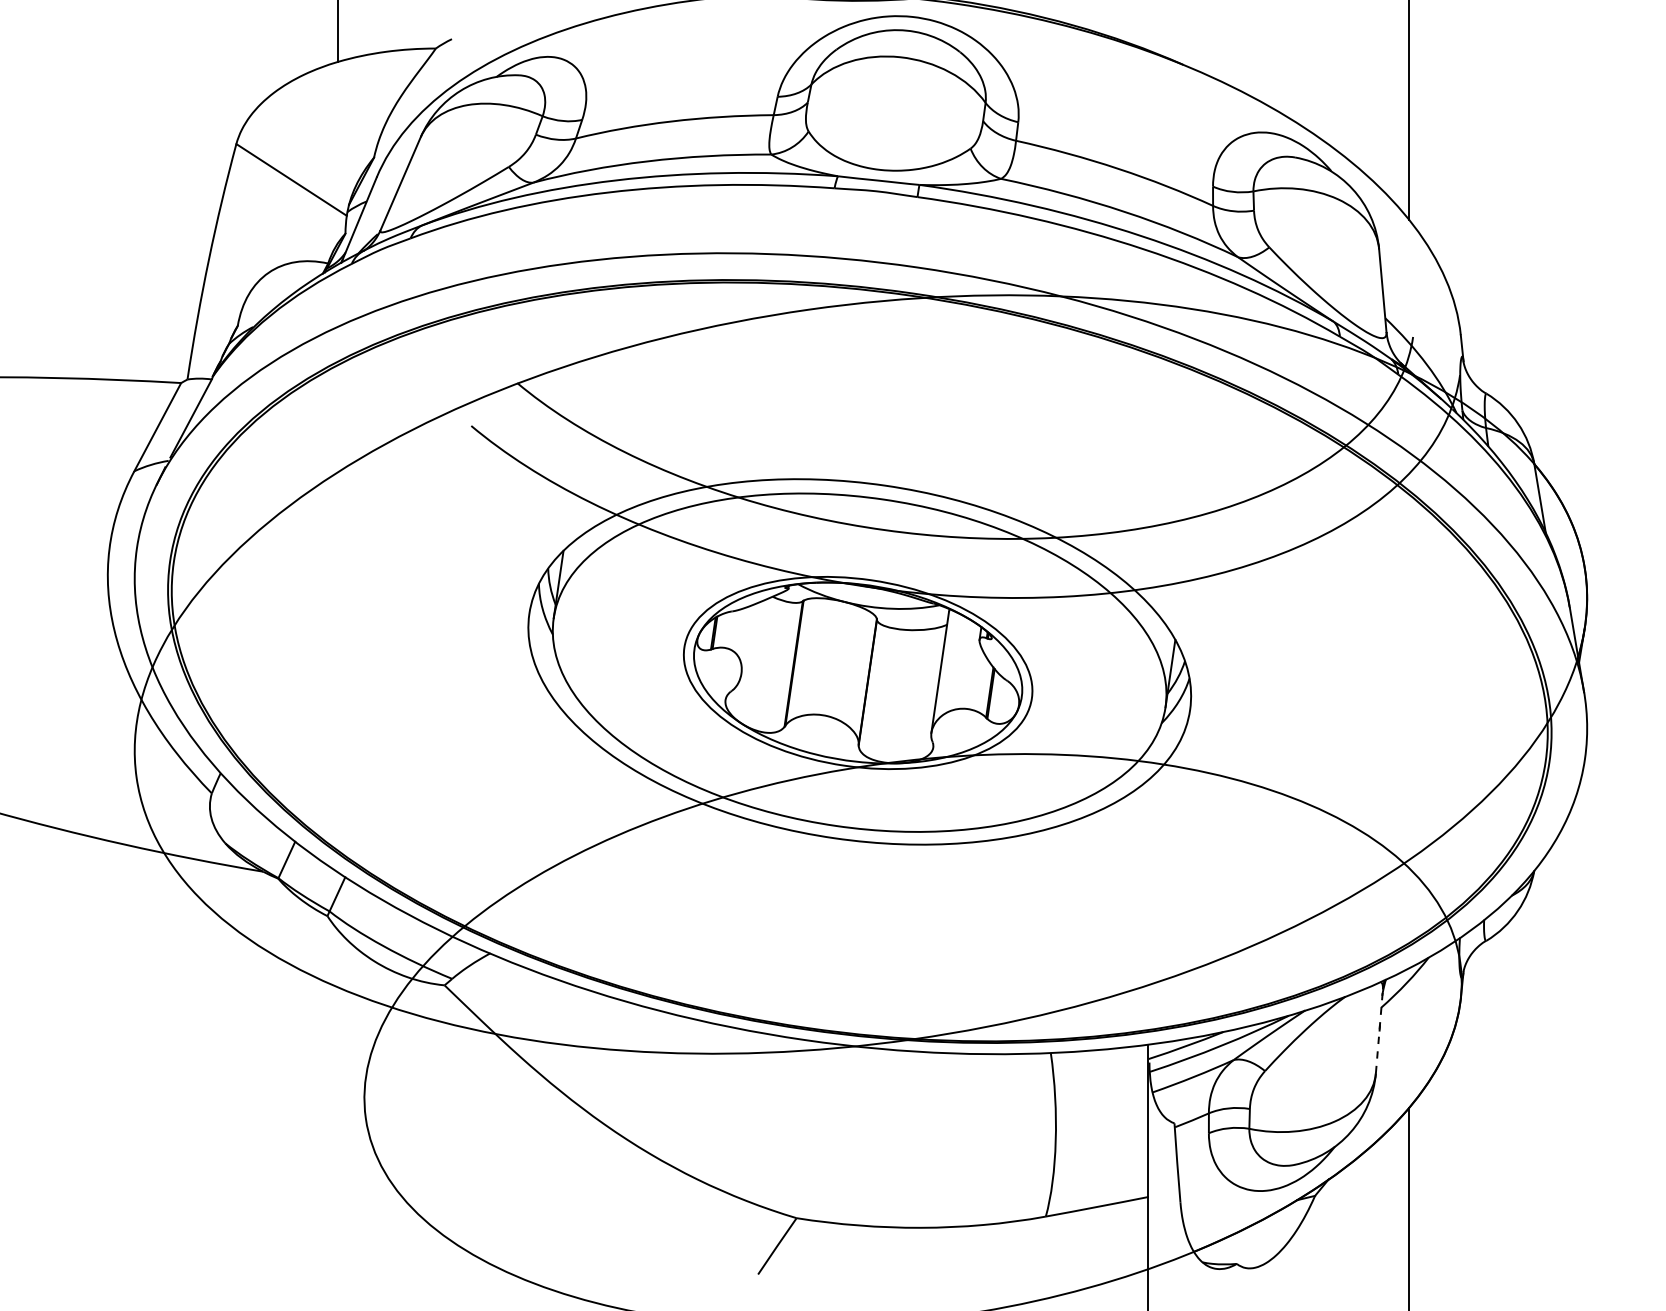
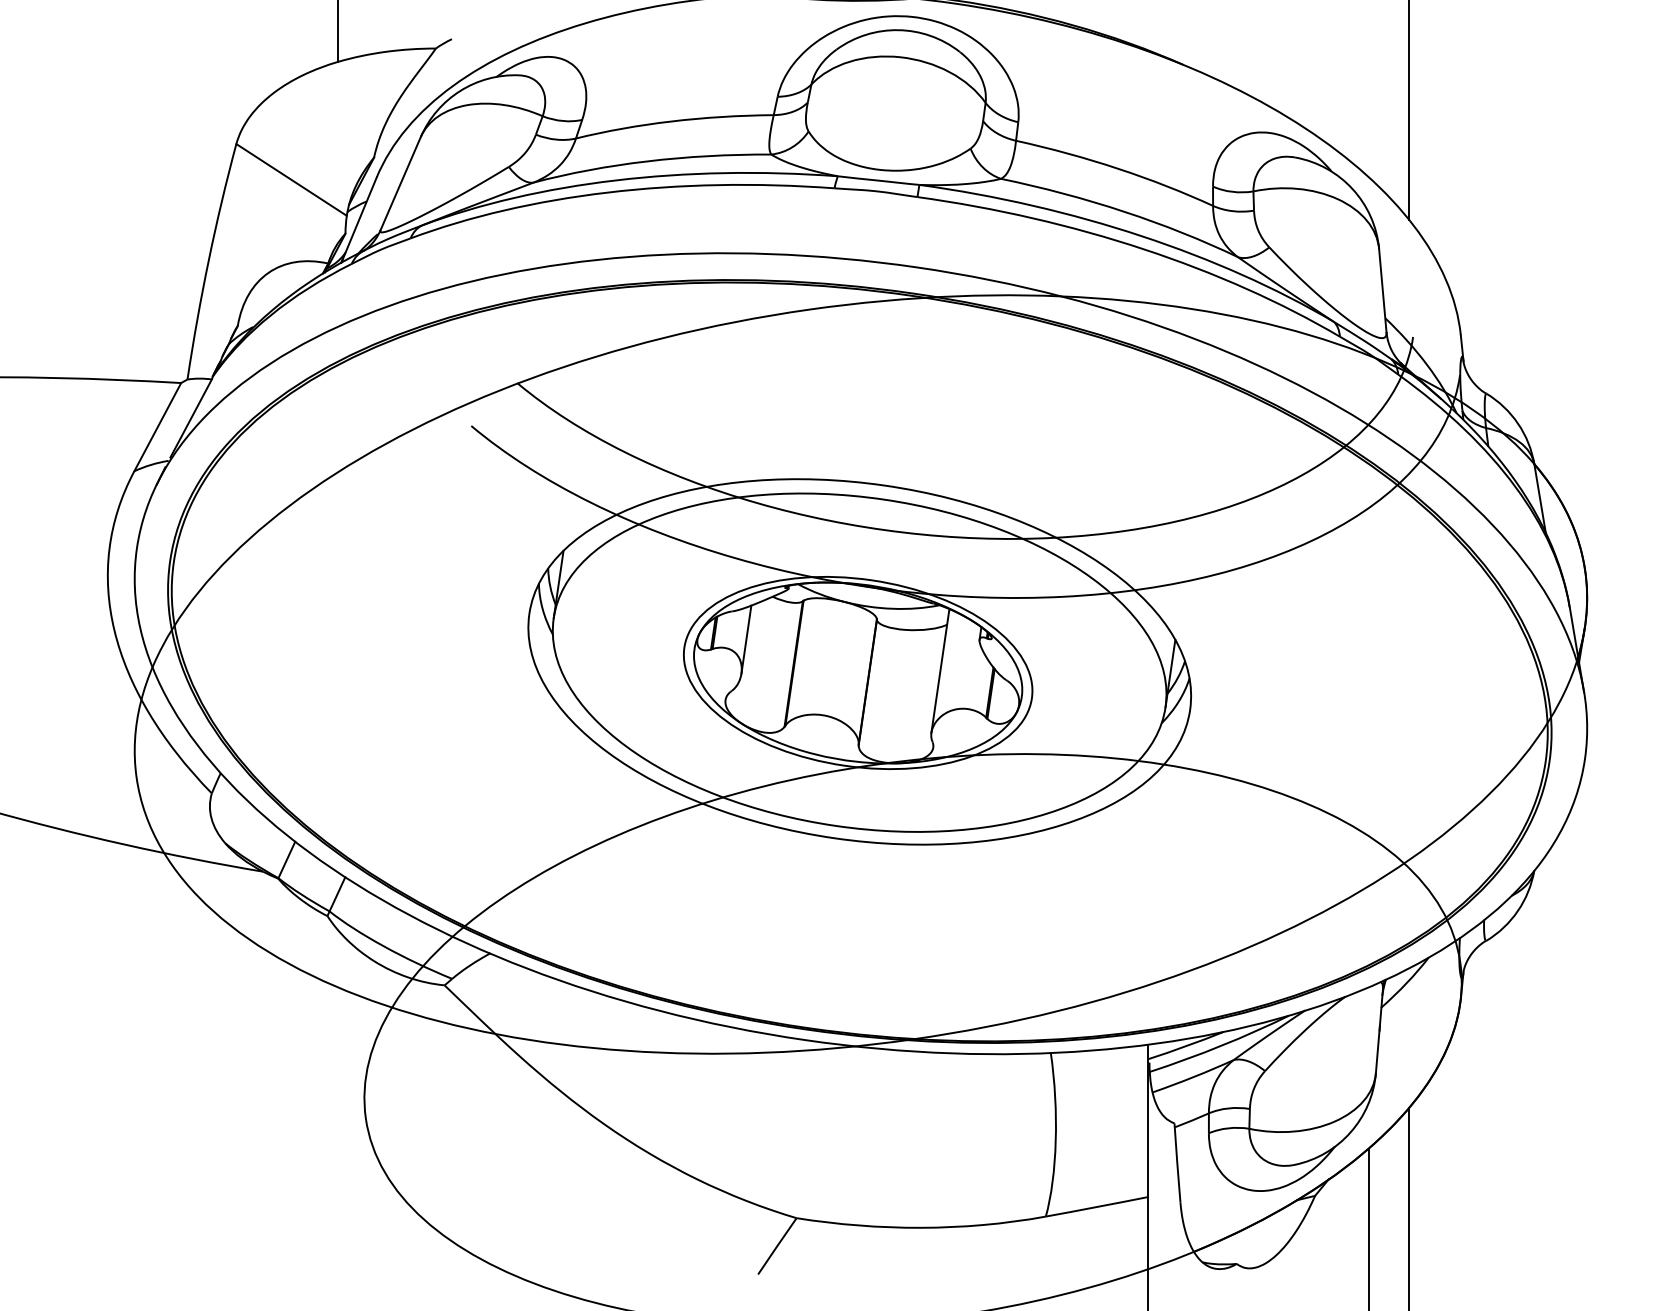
line at (746, 639): none -> present
line at (1379, 1031): dashed -> solid
line at (1368, 1227): none -> present
